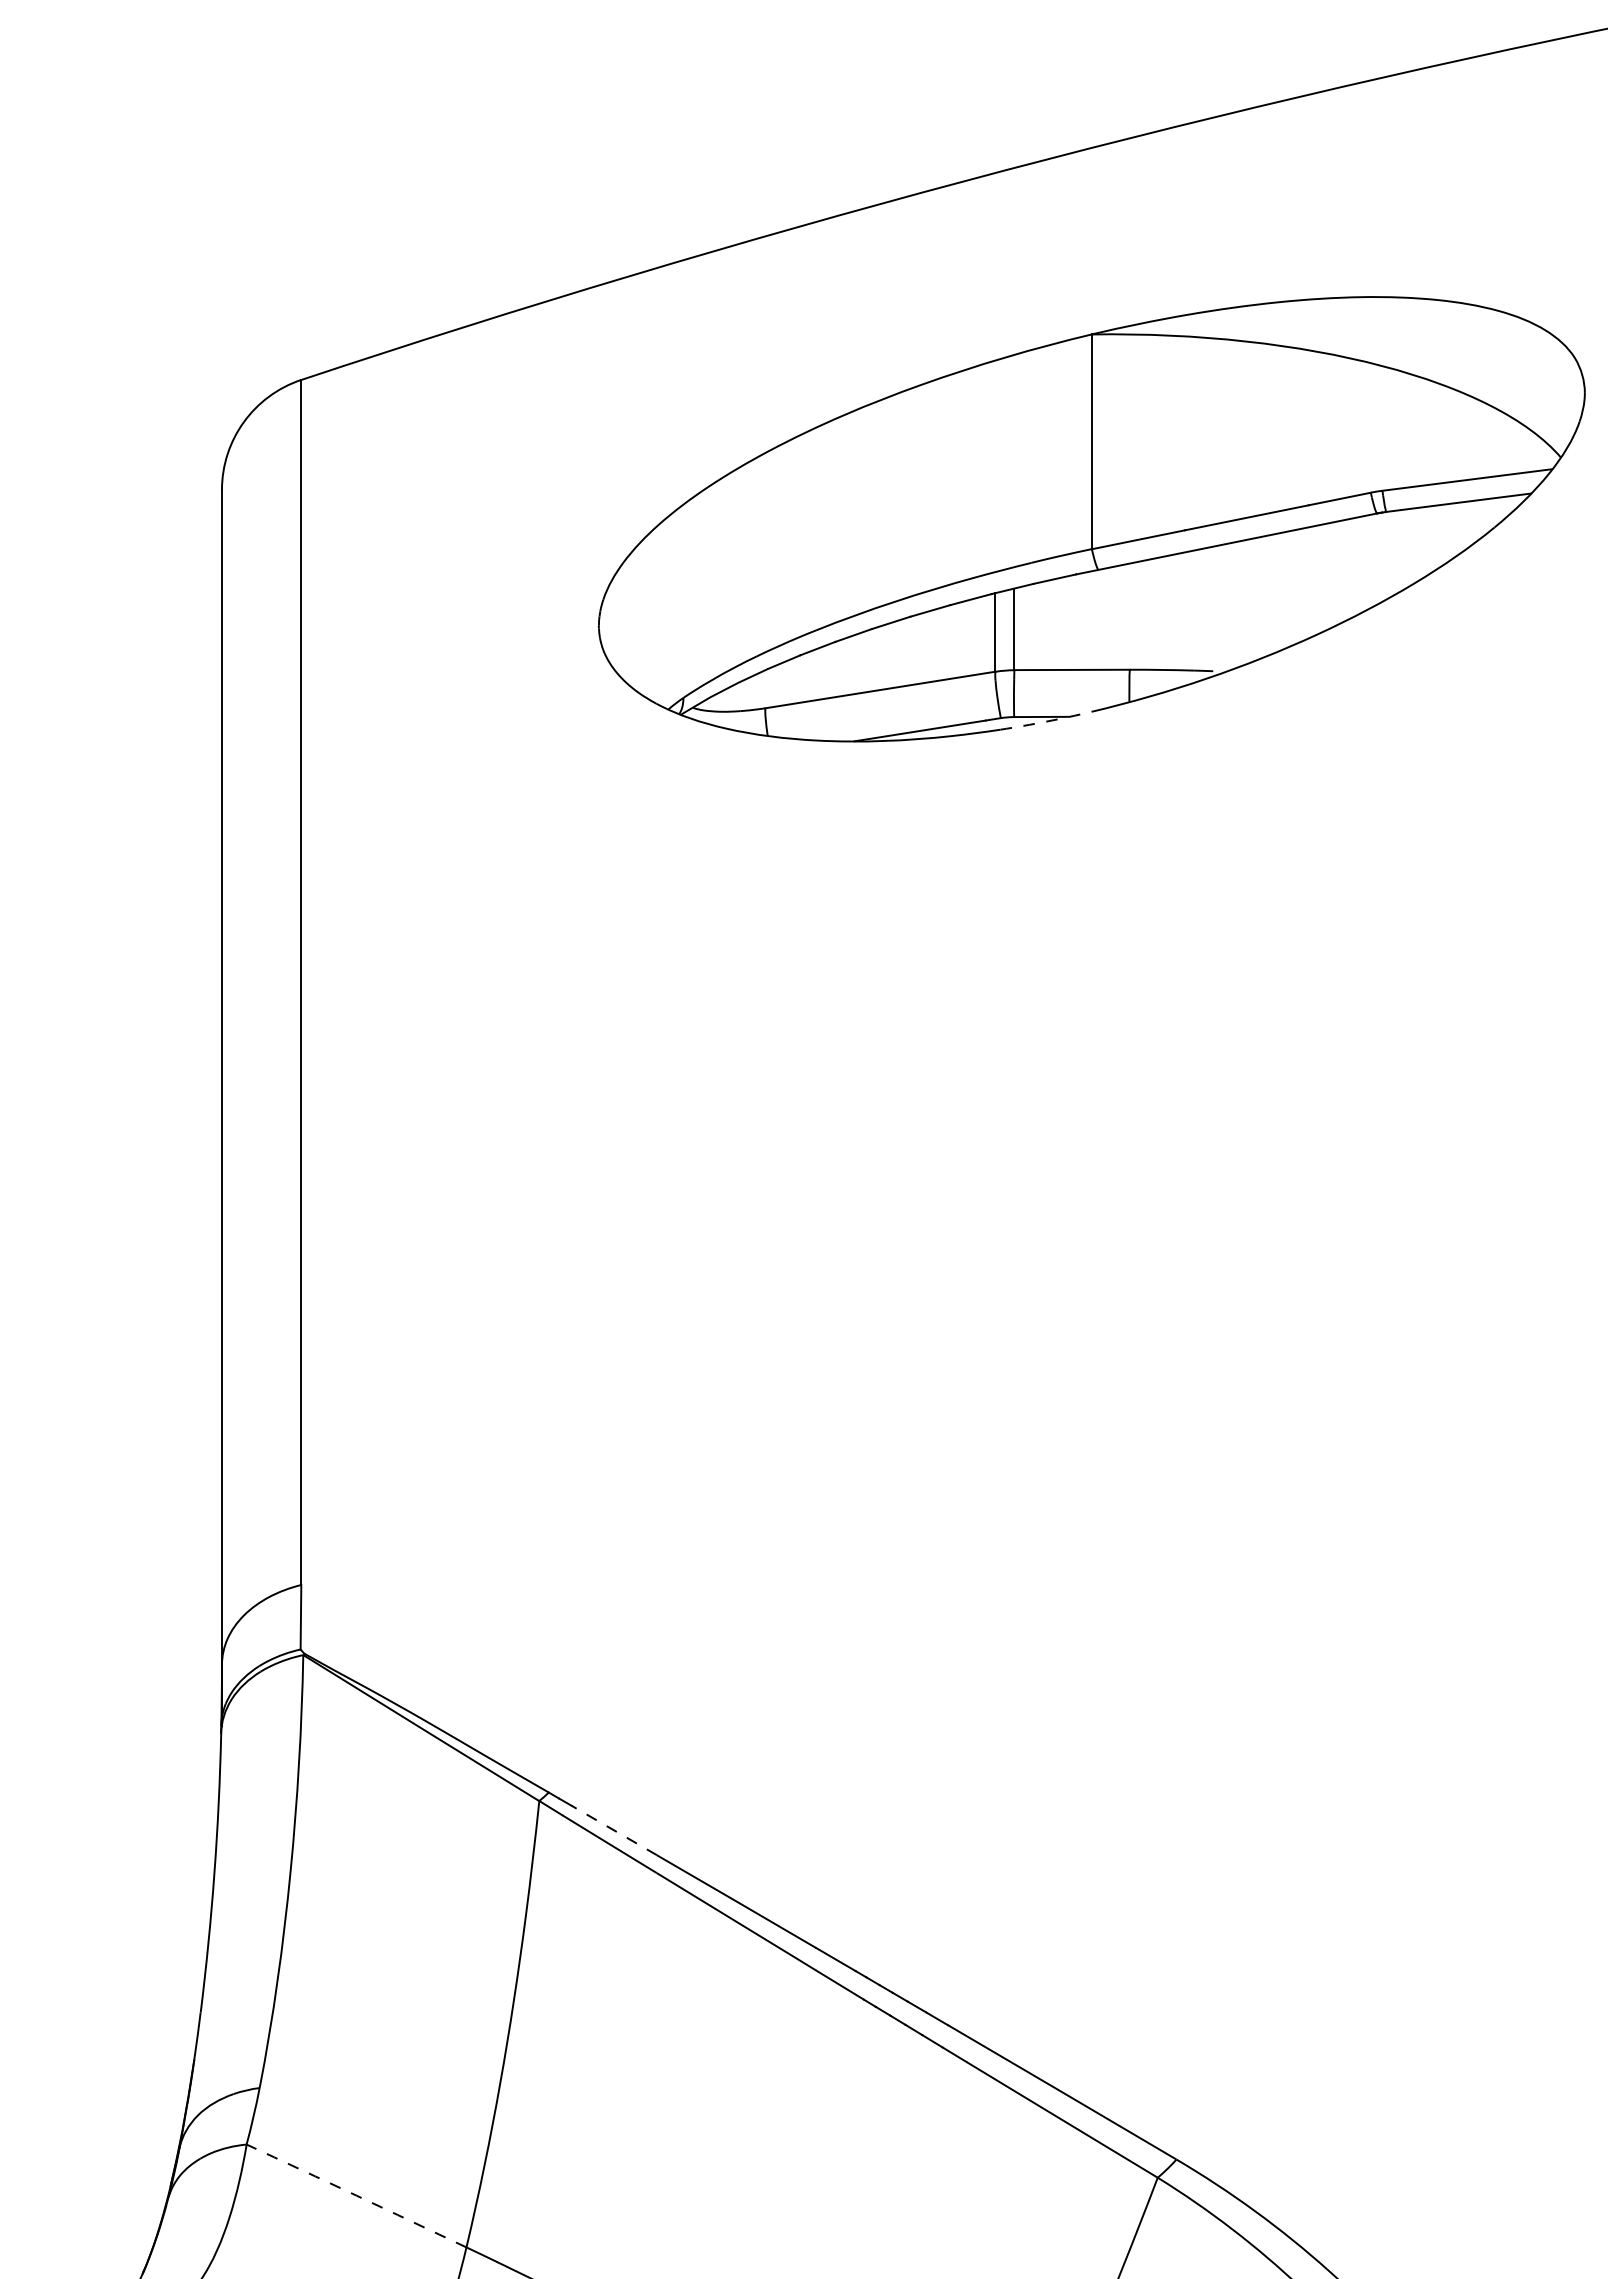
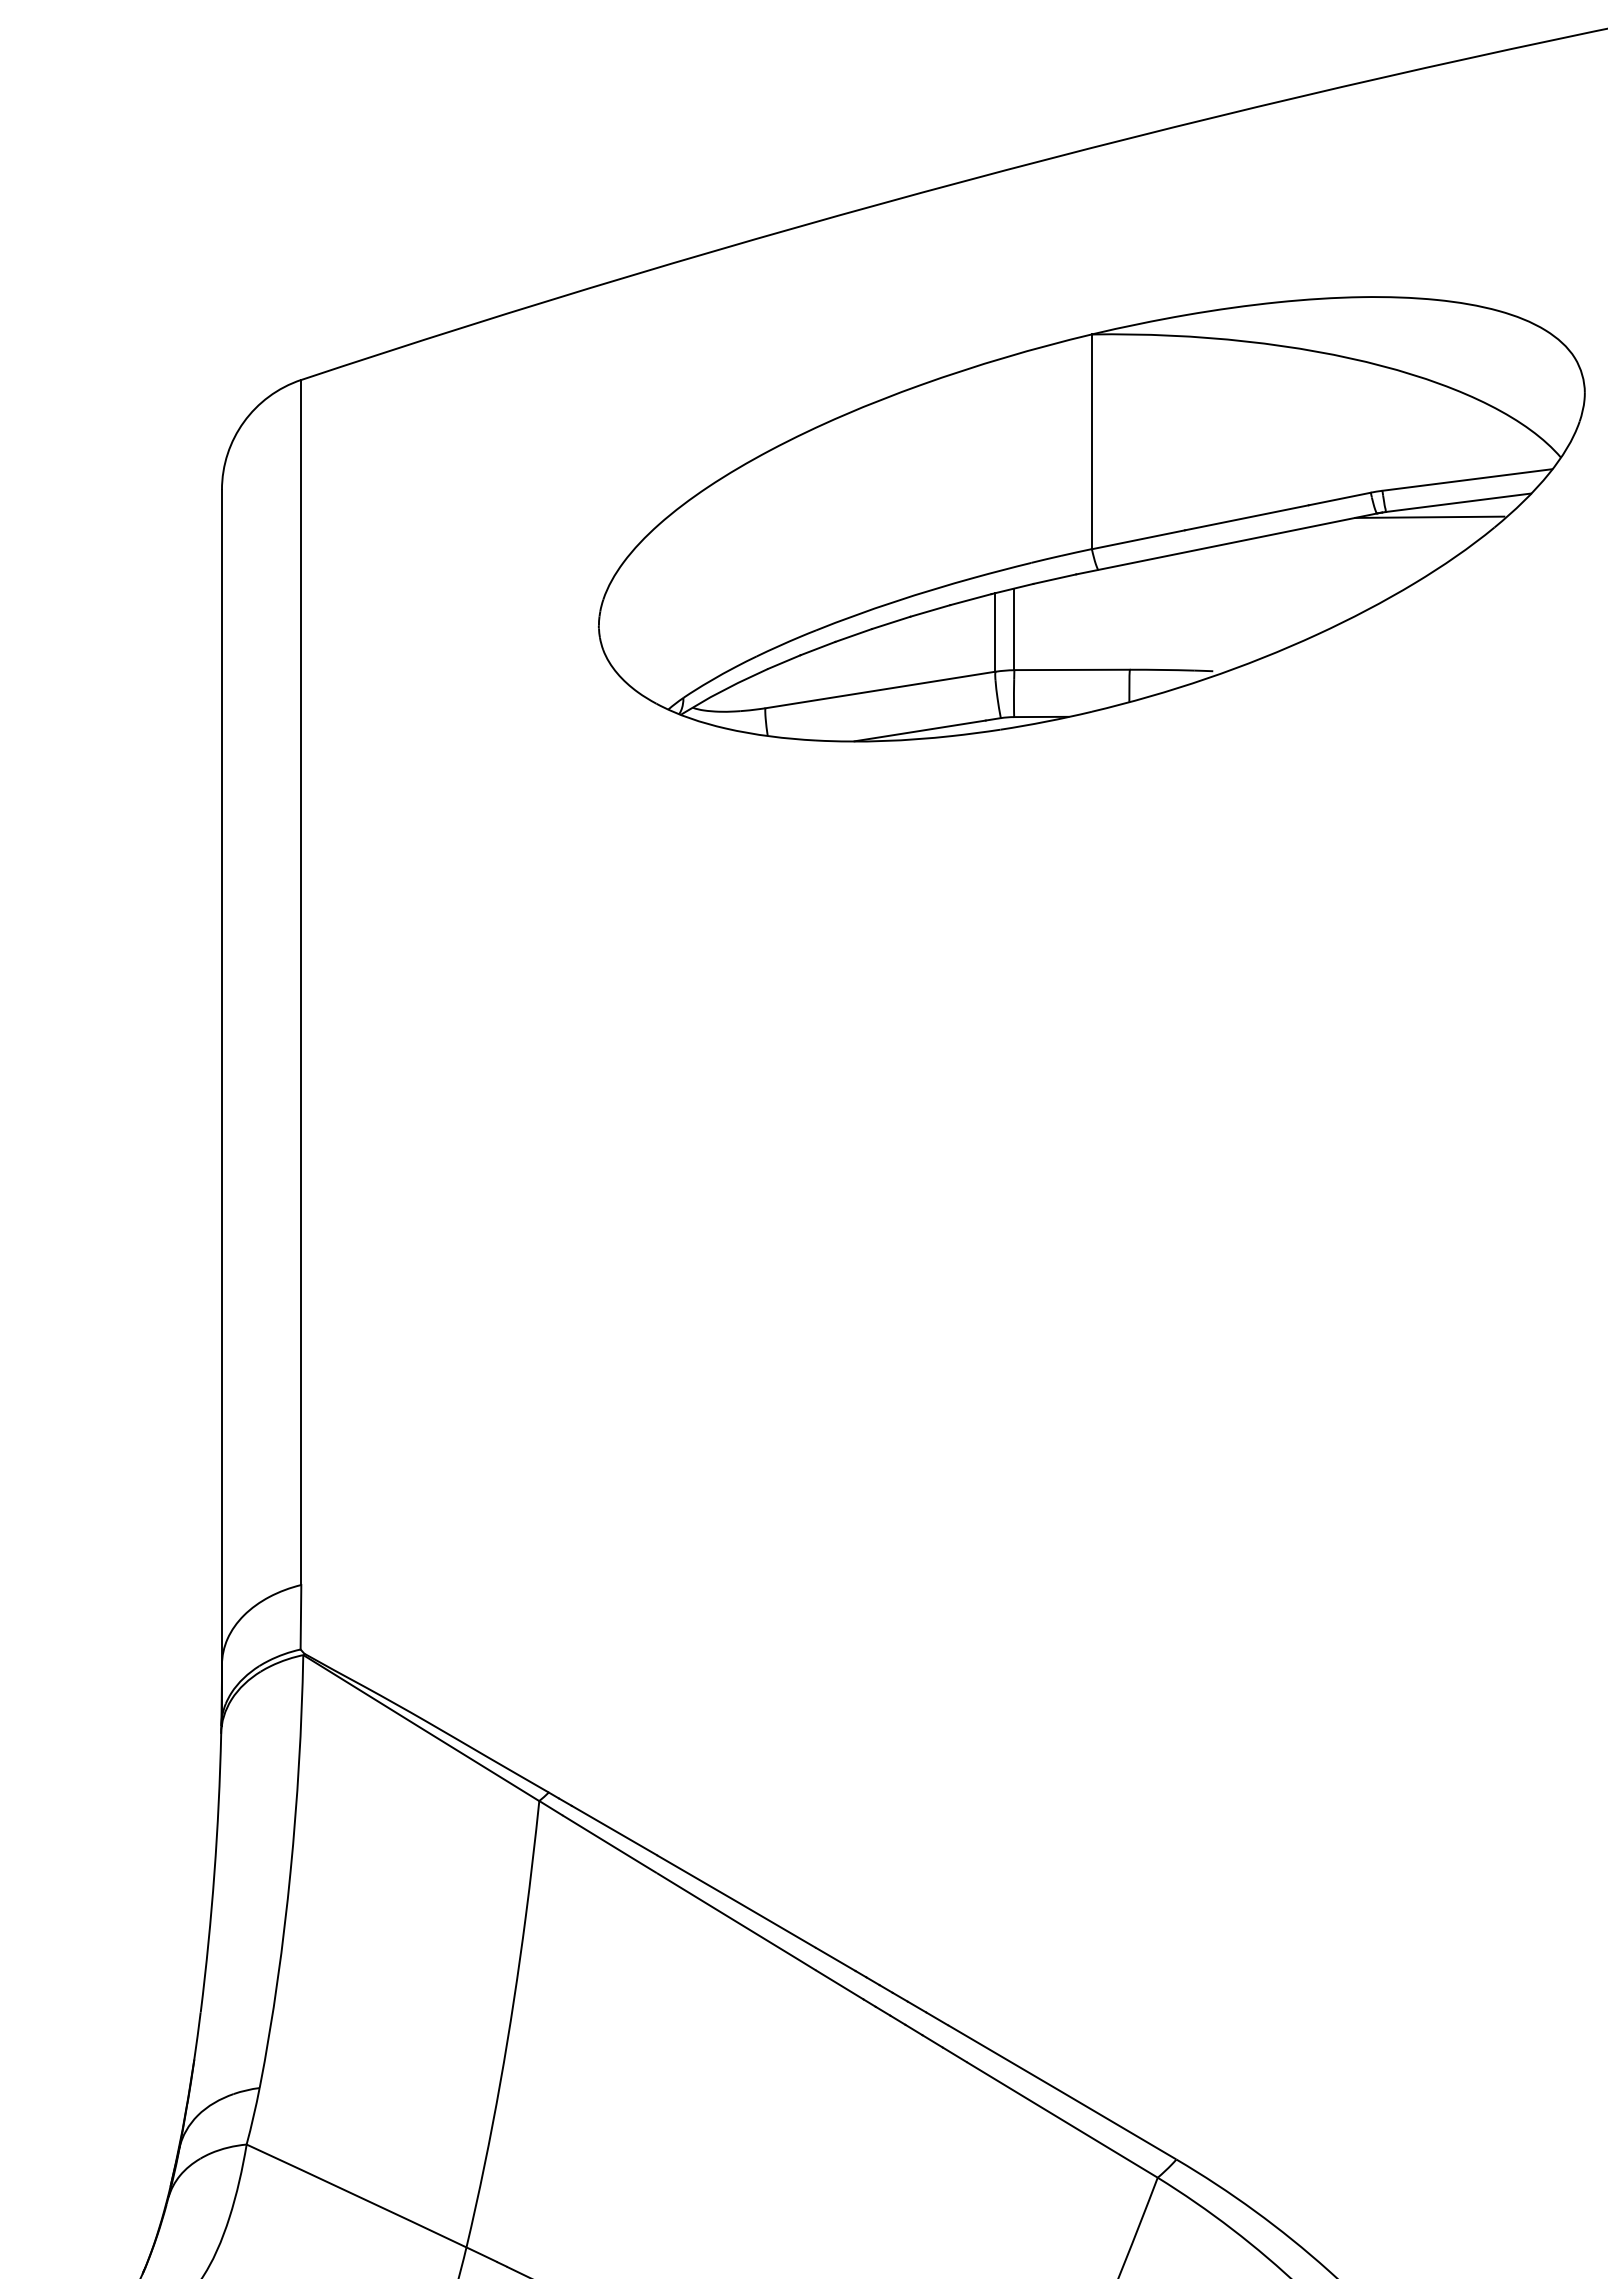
line at (1429, 516): none -> present
arc at (1046, 721): dashed -> solid
line at (613, 1830): dashed -> solid
arc at (356, 2195): dashed -> solid
